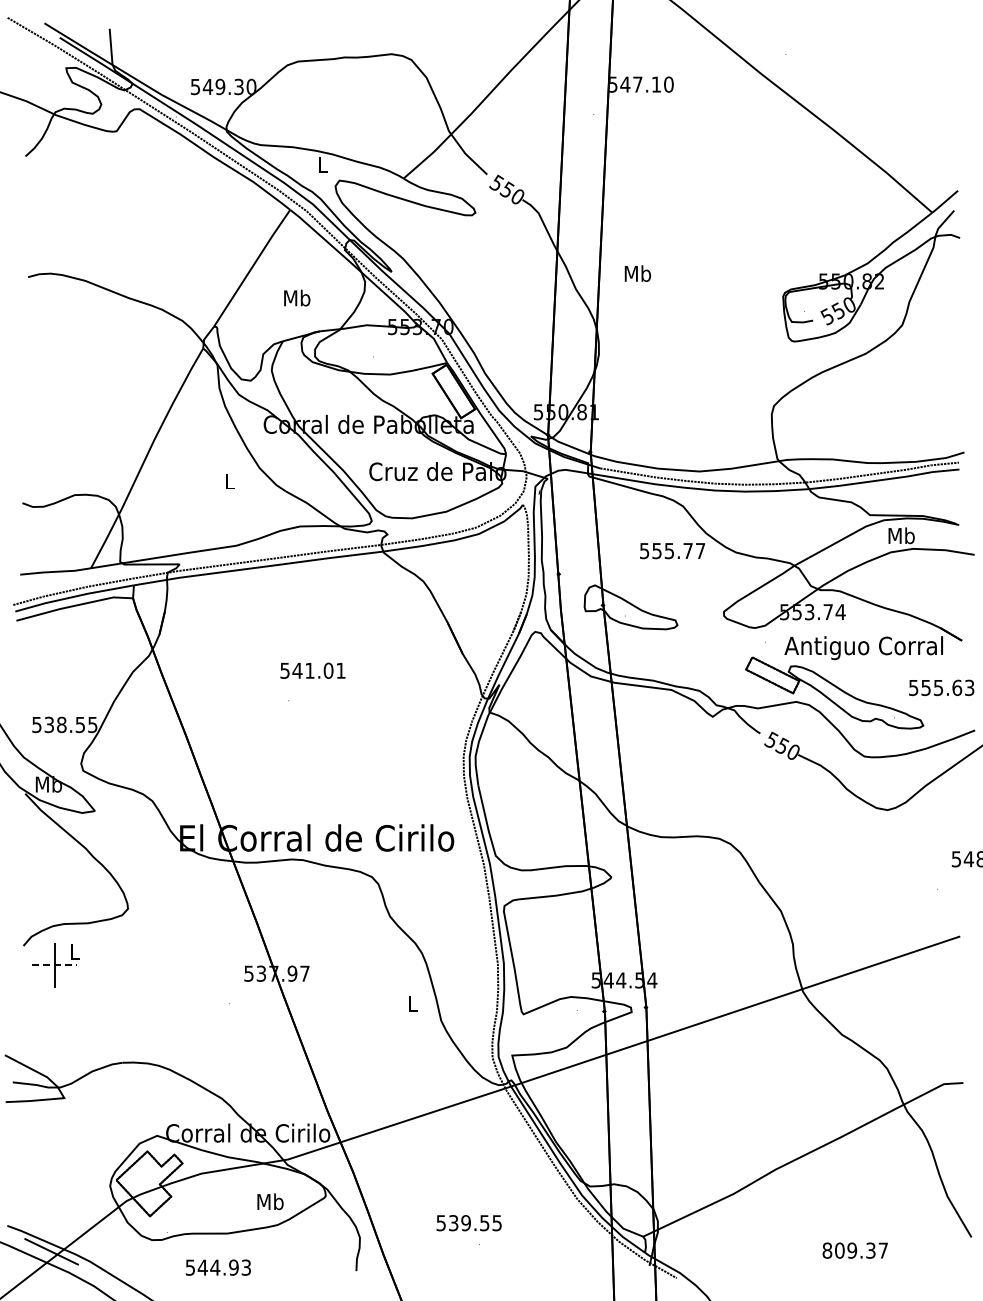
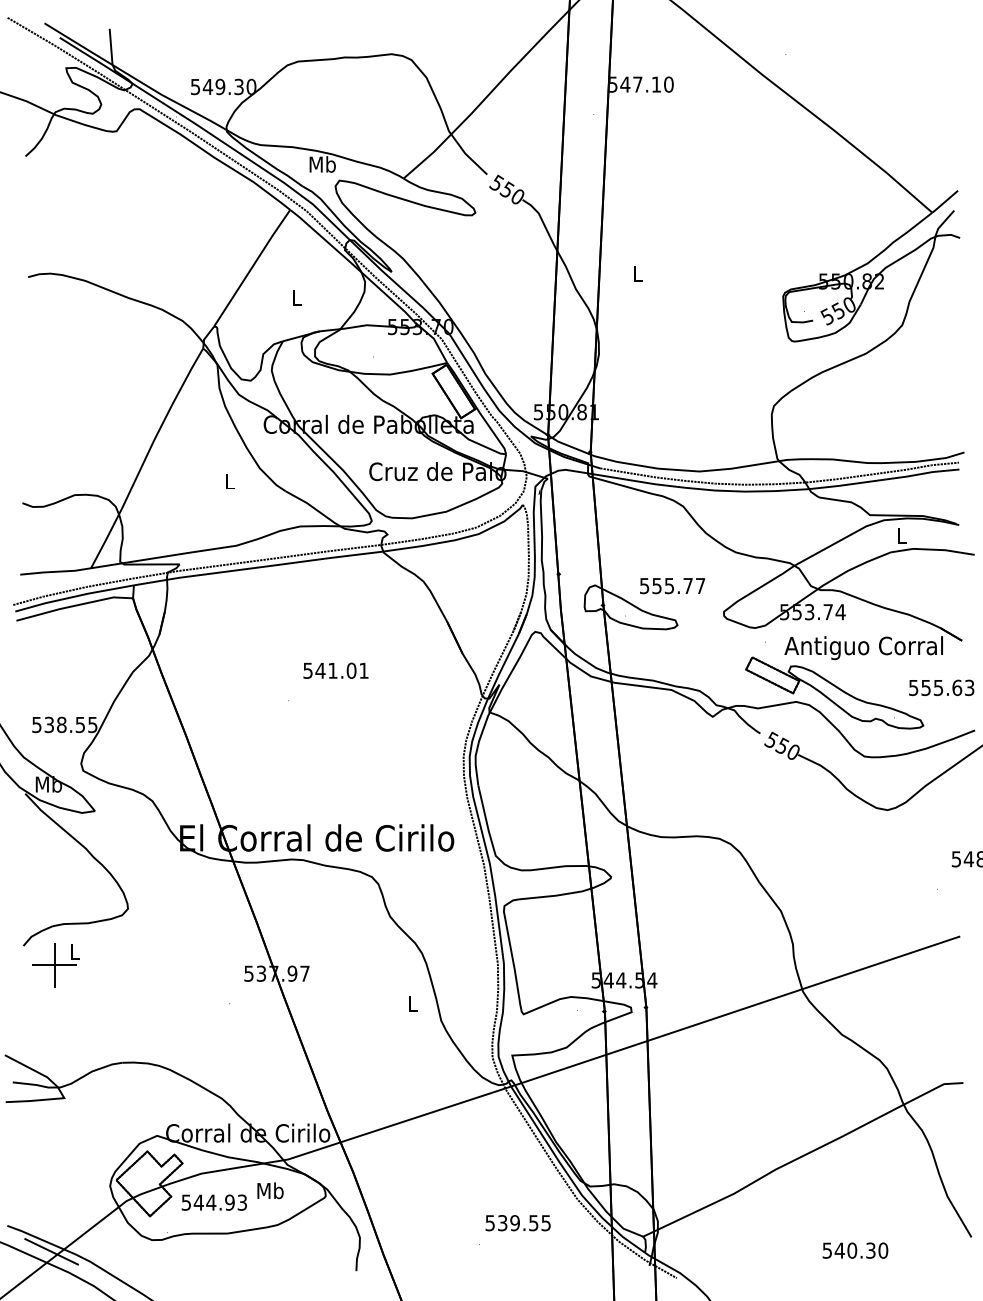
text at (322, 164): L -> Mb
text at (637, 273): Mb -> L
text at (297, 297): Mb -> L
text at (901, 535): Mb -> L
text at (672, 551) position: (672, 551) -> (672, 586)
text at (312, 670) position: (312, 670) -> (335, 670)
line at (54, 965): dashed -> solid
text at (270, 1201) position: (270, 1201) -> (270, 1190)
text at (468, 1223) position: (468, 1223) -> (517, 1223)
text at (855, 1250): 809.37 -> 540.30
text at (217, 1267) position: (217, 1267) -> (213, 1202)
